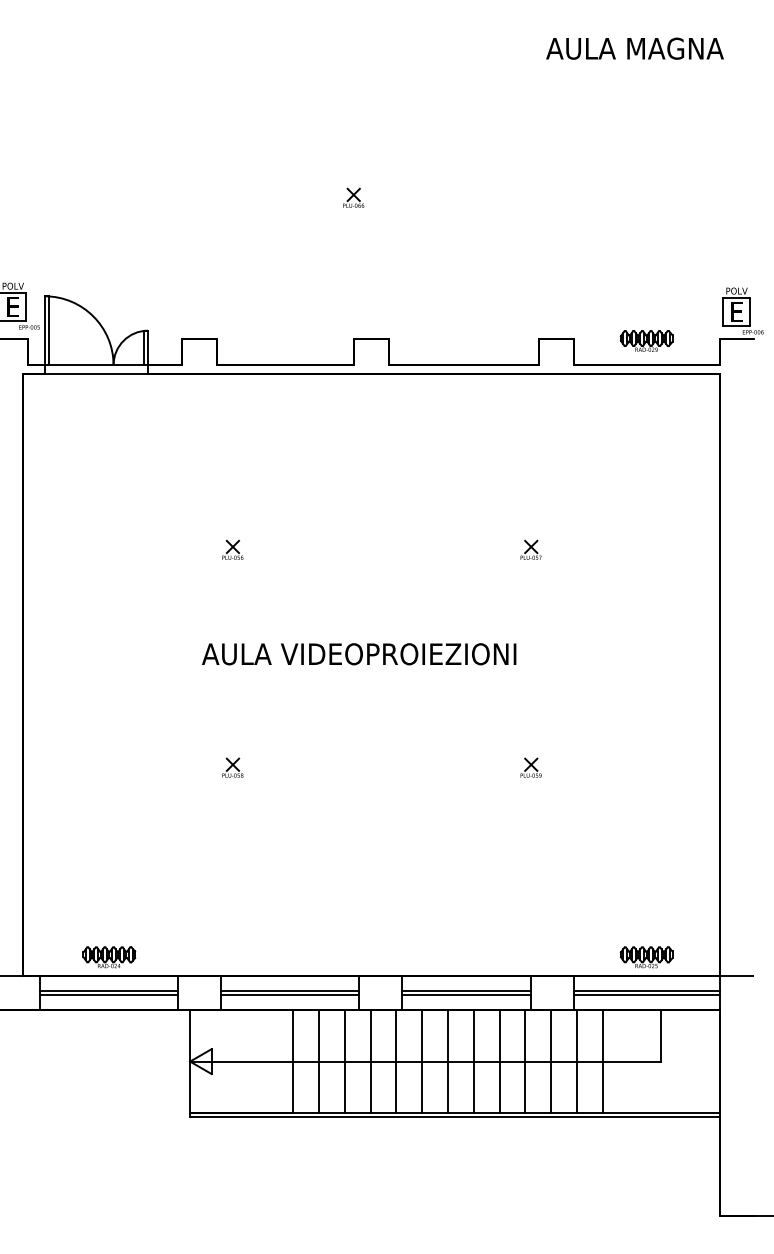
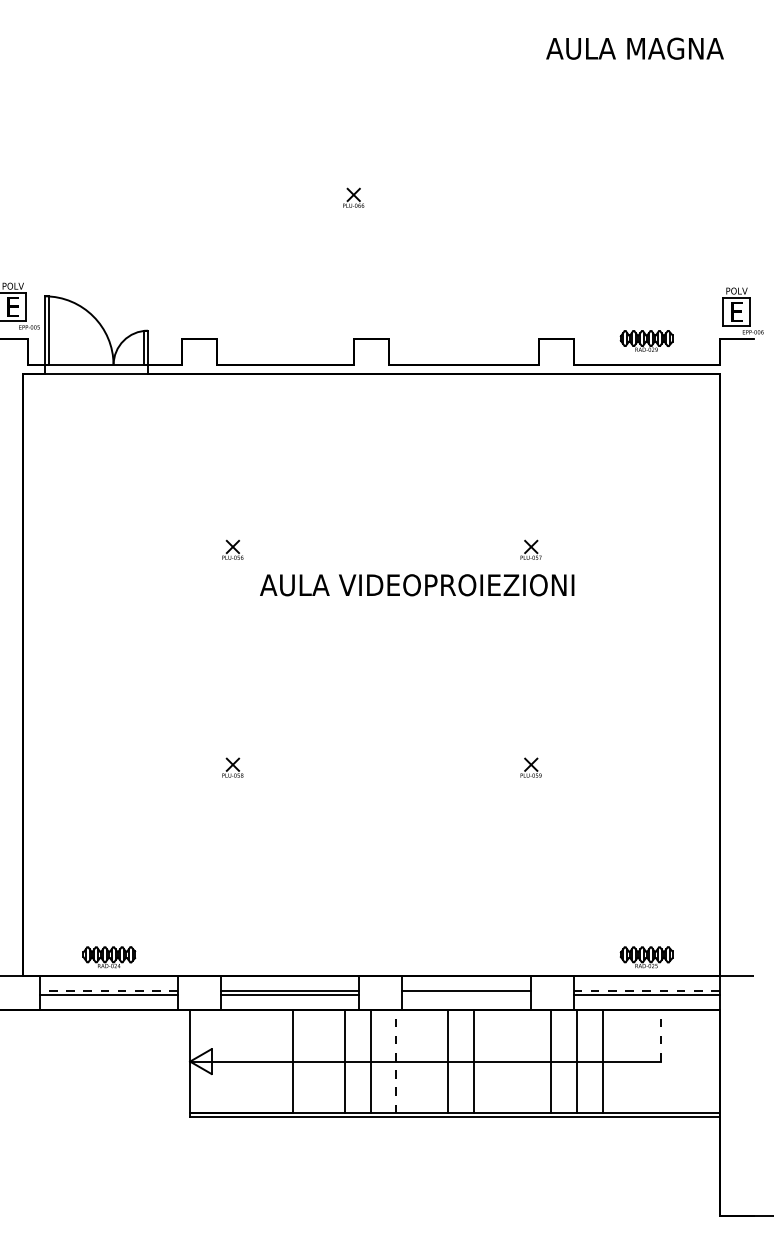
text at (359, 654) position: (359, 654) -> (417, 585)
line at (109, 990): solid -> dashed
line at (646, 990): solid -> dashed
line at (465, 994): present -> none
line at (660, 1035): solid -> dashed
line at (319, 1061): present -> none
line at (396, 1061): solid -> dashed
line at (422, 1061): present -> none
line at (499, 1061): present -> none
line at (525, 1061): present -> none
